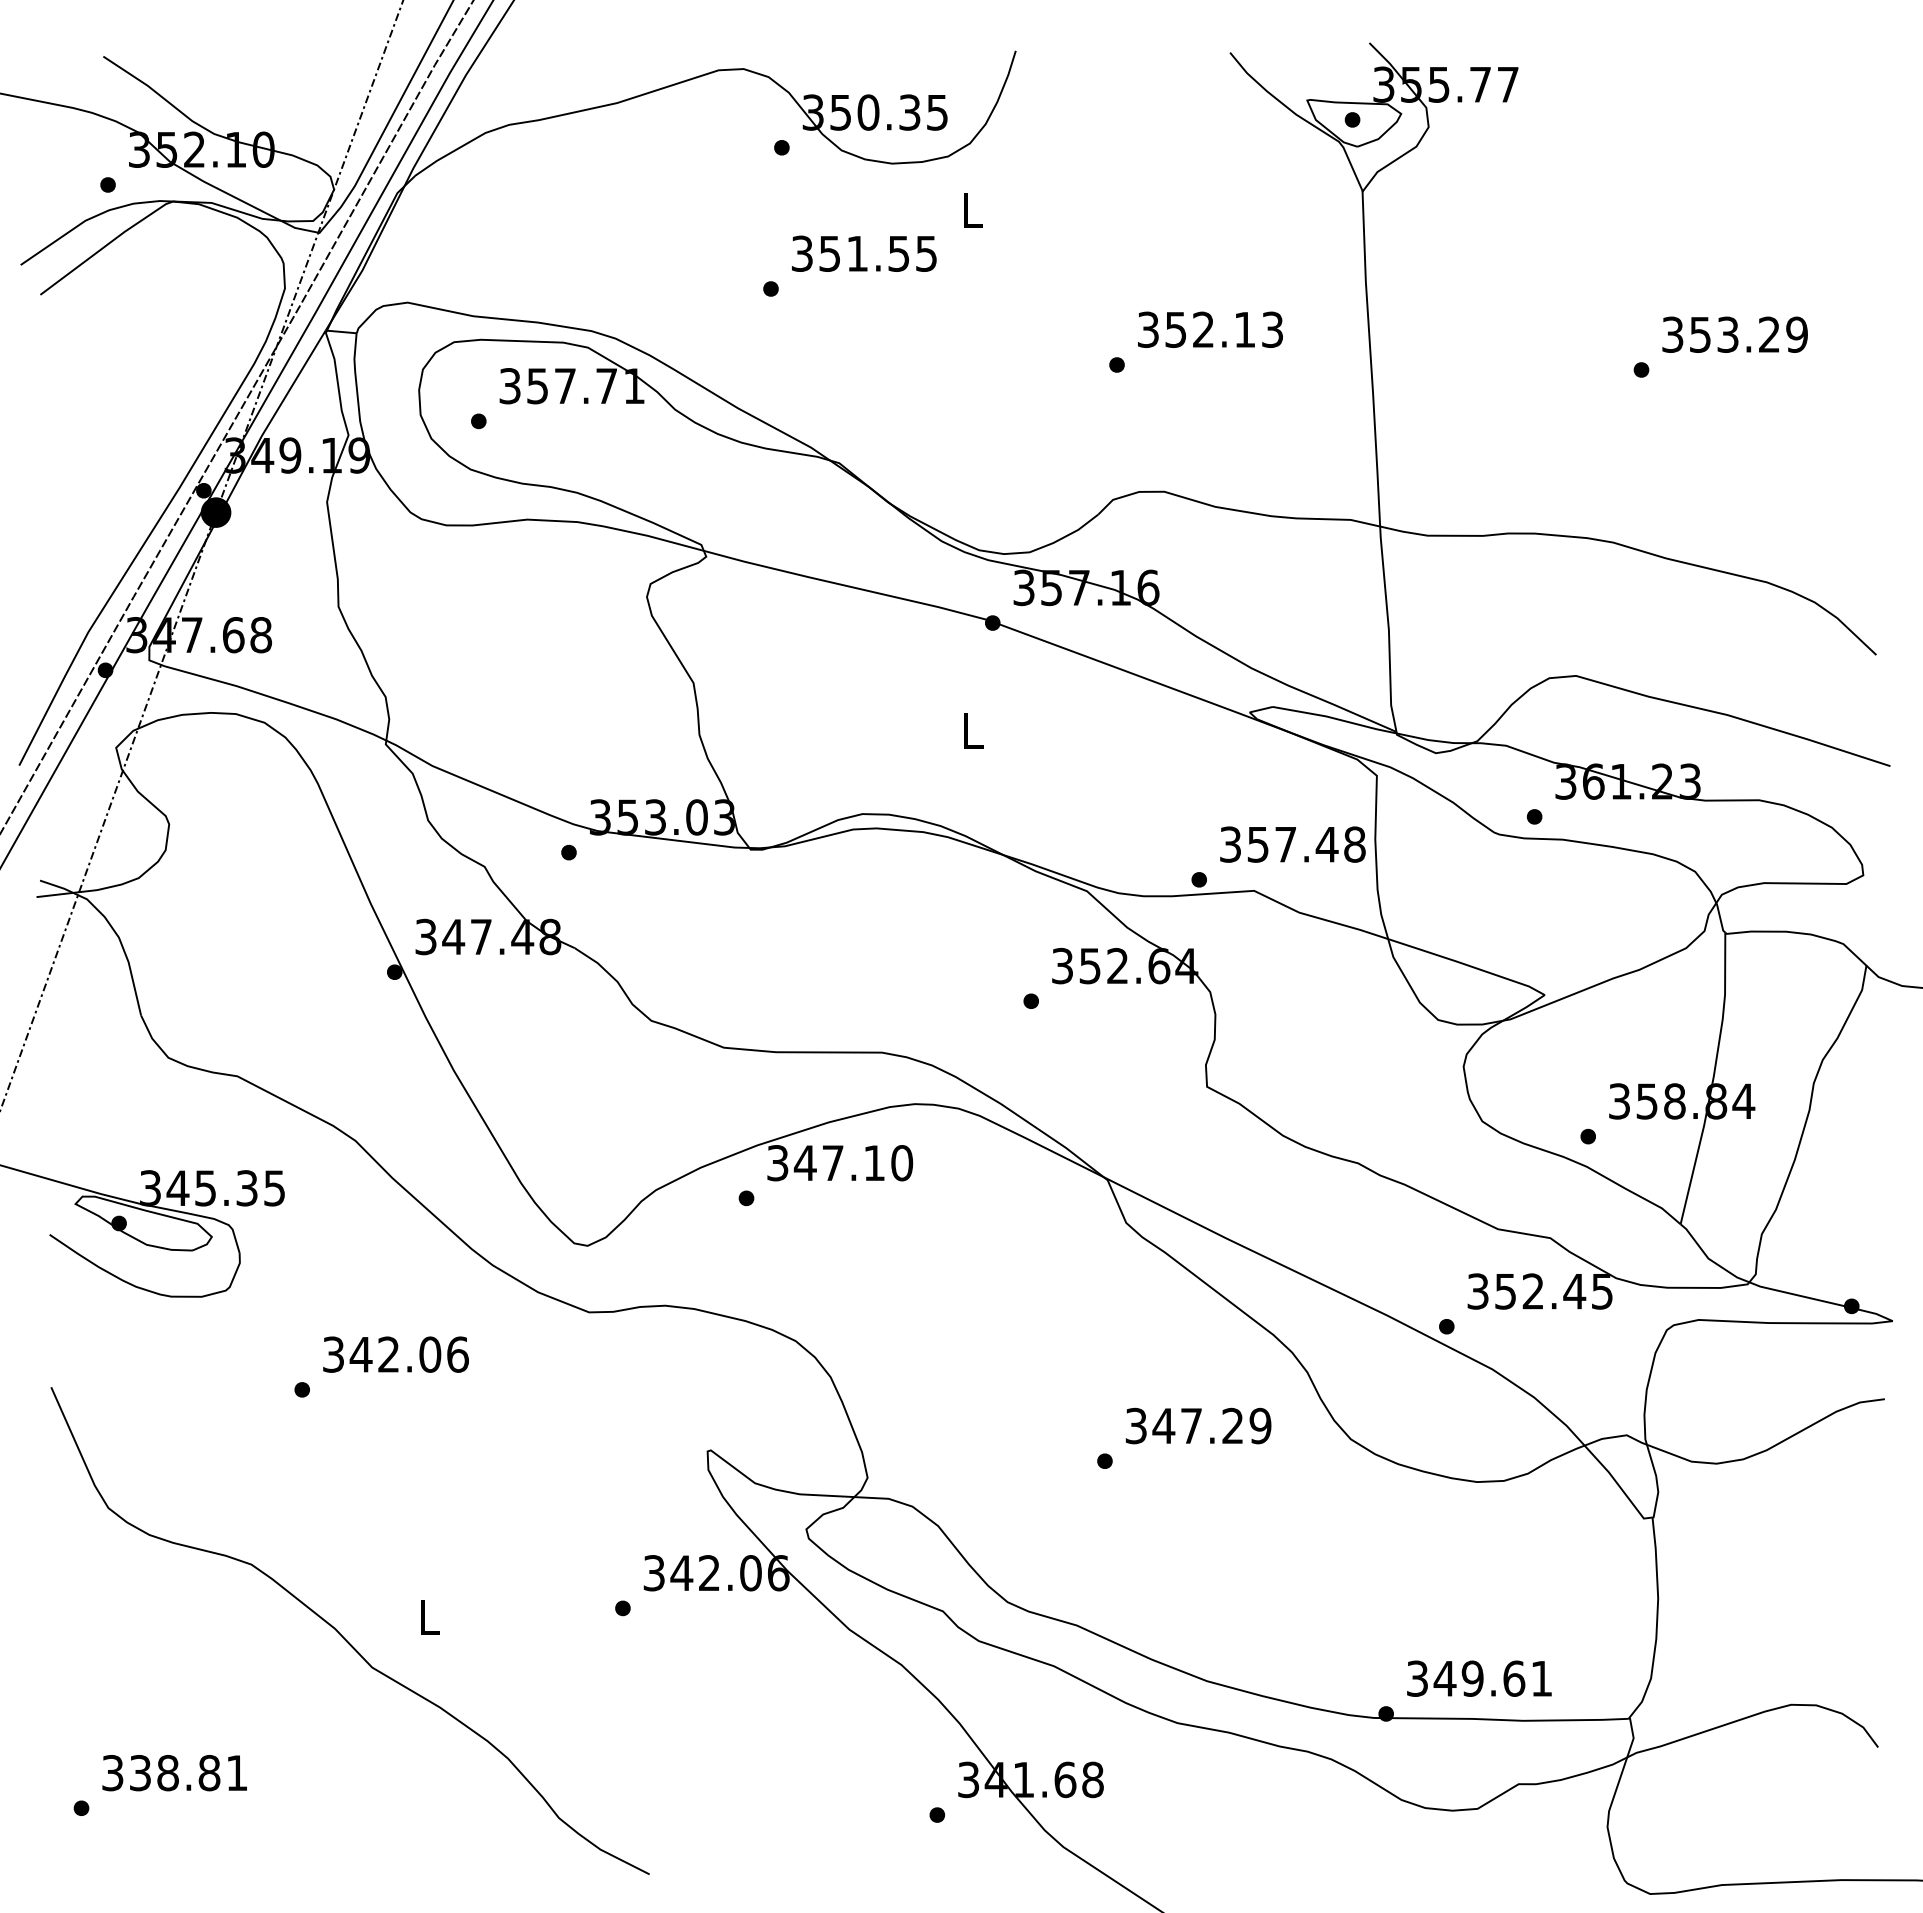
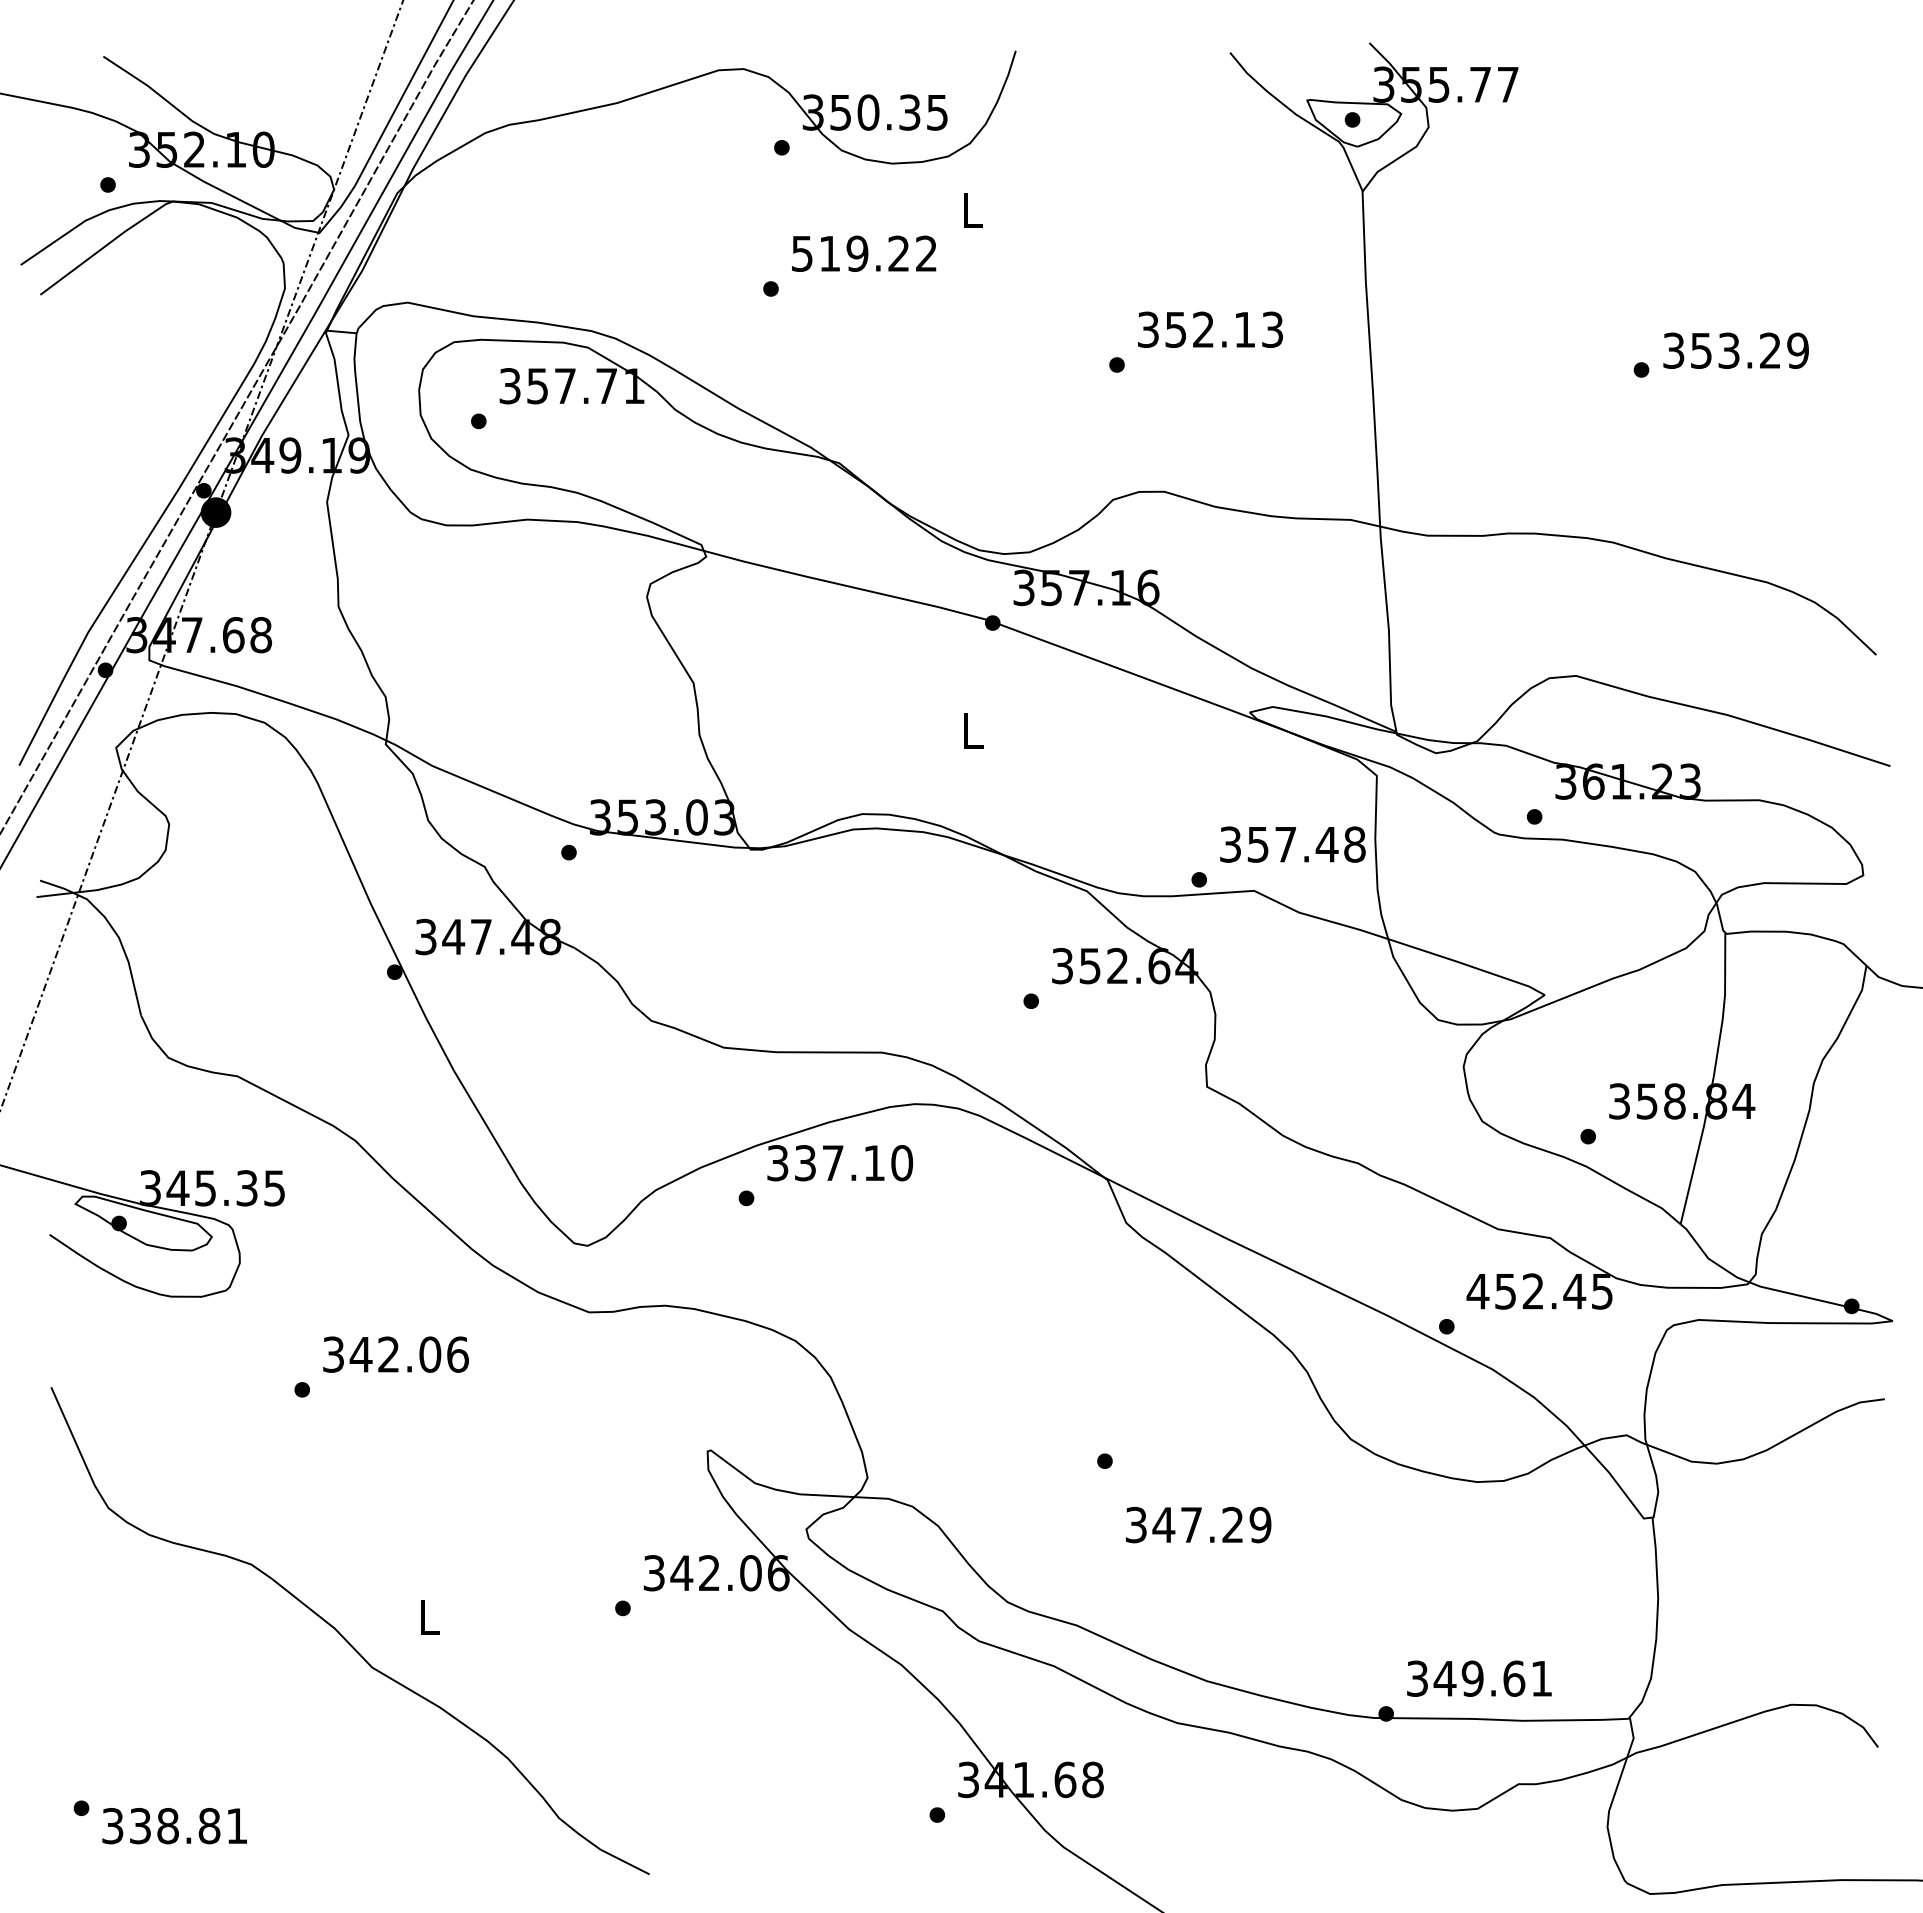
text at (864, 253): 351.55 -> 519.22
text at (1734, 334) position: (1734, 334) -> (1735, 350)
text at (804, 1163): 347.10 -> 337.10
text at (1477, 1291): 352.45 -> 452.45
text at (1198, 1425) position: (1198, 1425) -> (1198, 1524)
text at (174, 1773) position: (174, 1773) -> (174, 1826)
